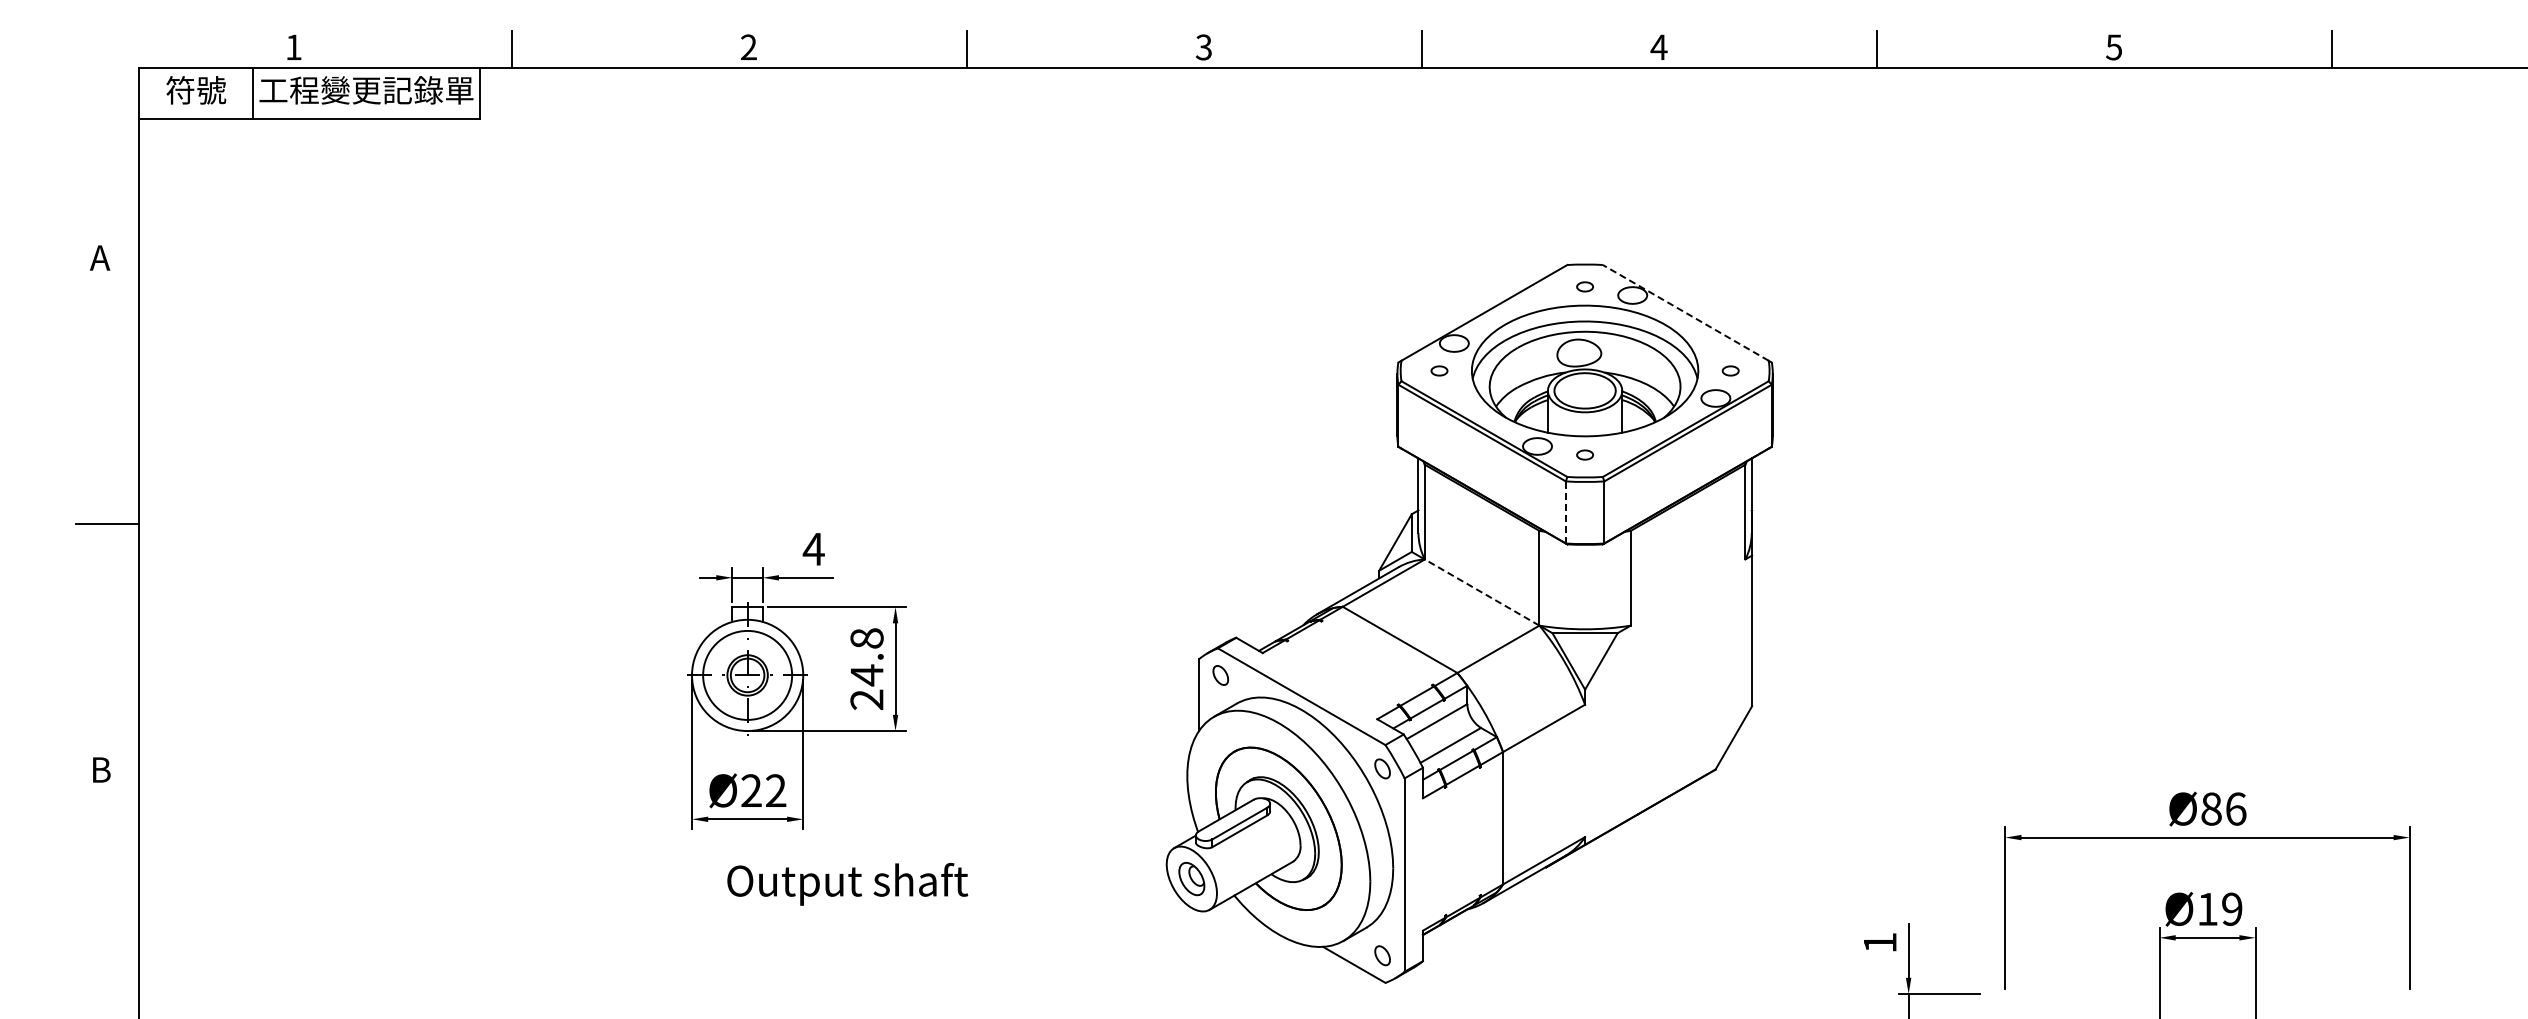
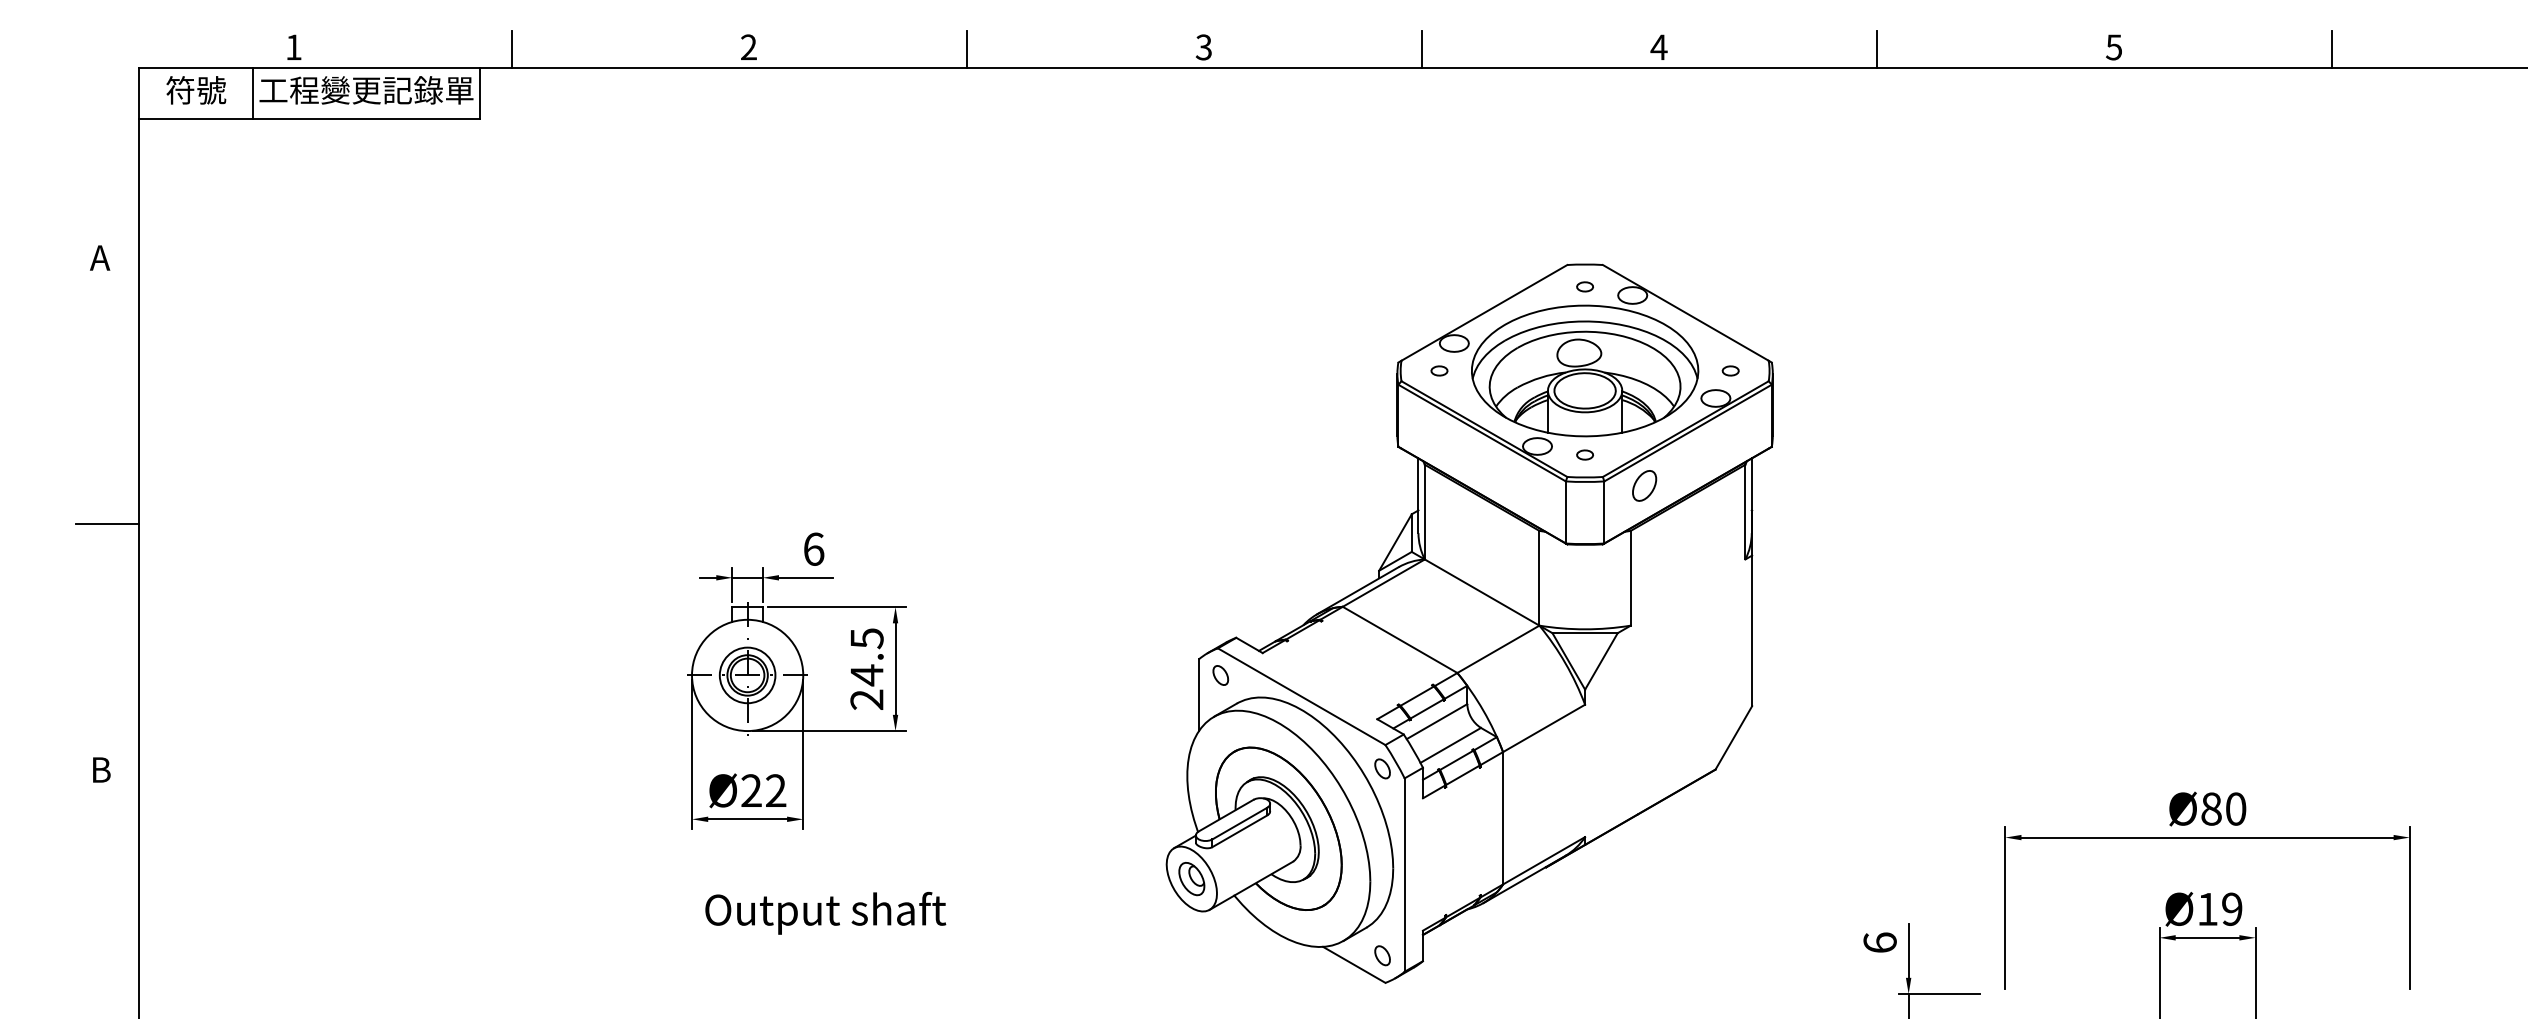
line at (1685, 312): dashed -> solid
part at (1644, 485): none -> present
line at (1565, 511): dashed -> solid
text at (813, 548): 4 -> 6
line at (1481, 592): dashed -> solid
text at (866, 638): 24.8 -> 24.5
circle at (747, 674) diameter: 89 px -> 56 px
text at (2236, 808): Ø86 -> Ø80
text at (847, 884) position: (847, 884) -> (825, 913)
text at (1879, 942): 1 -> 6
